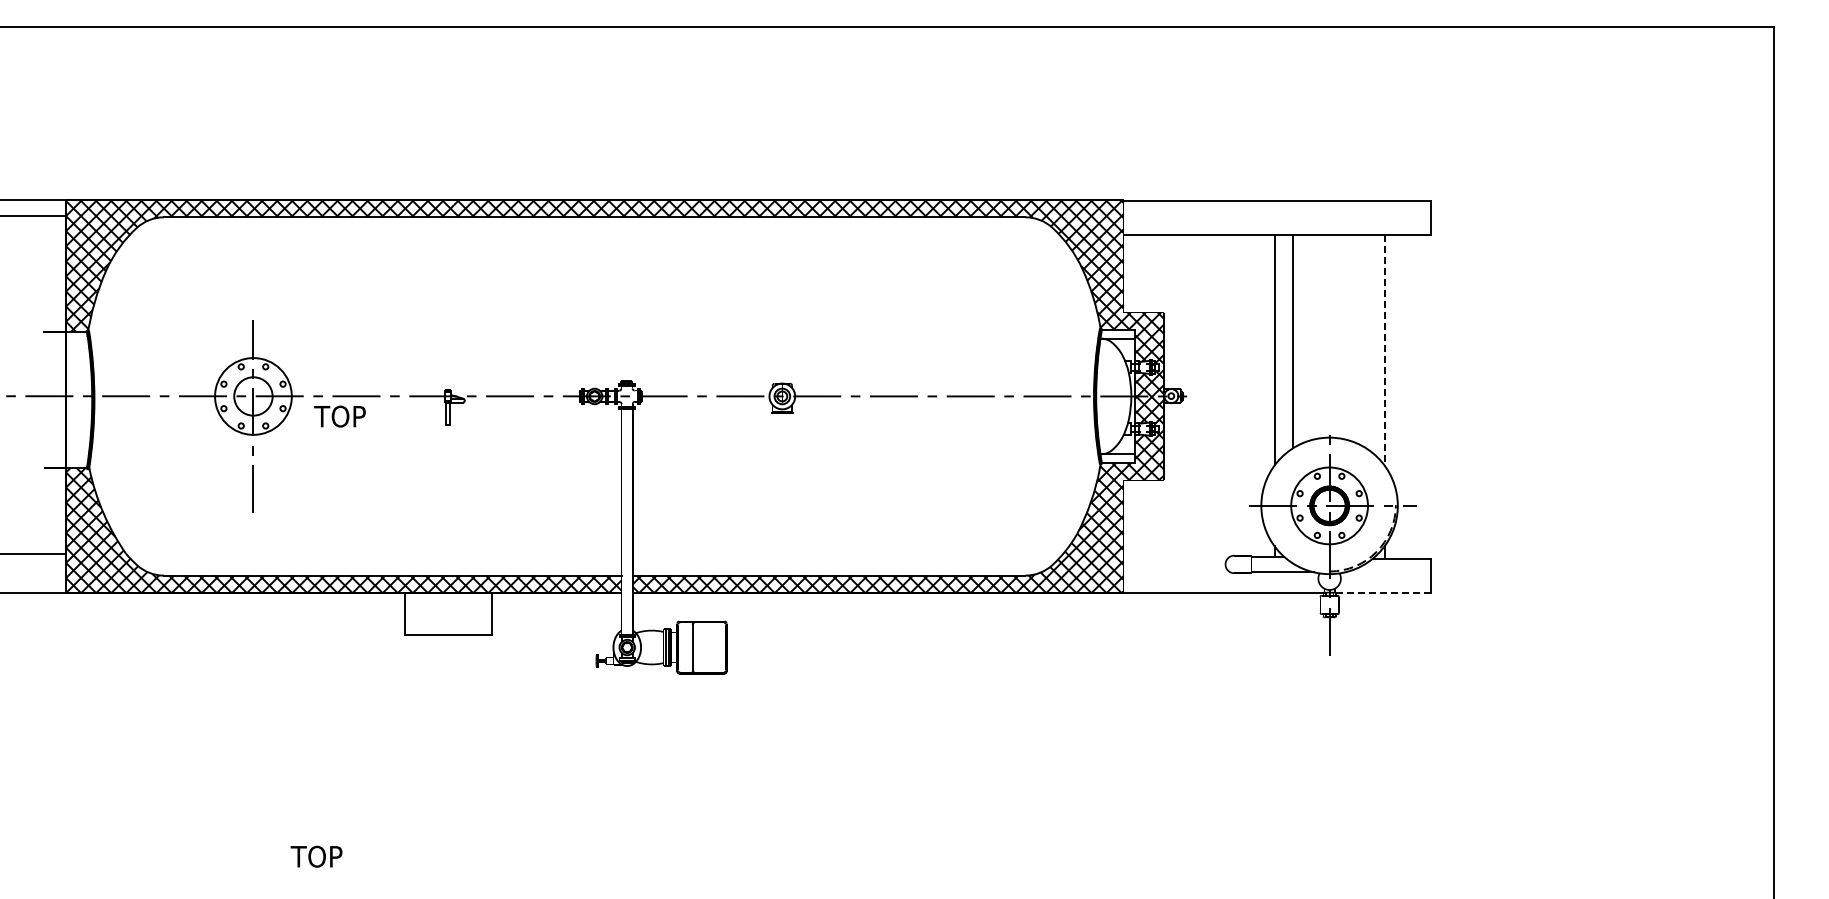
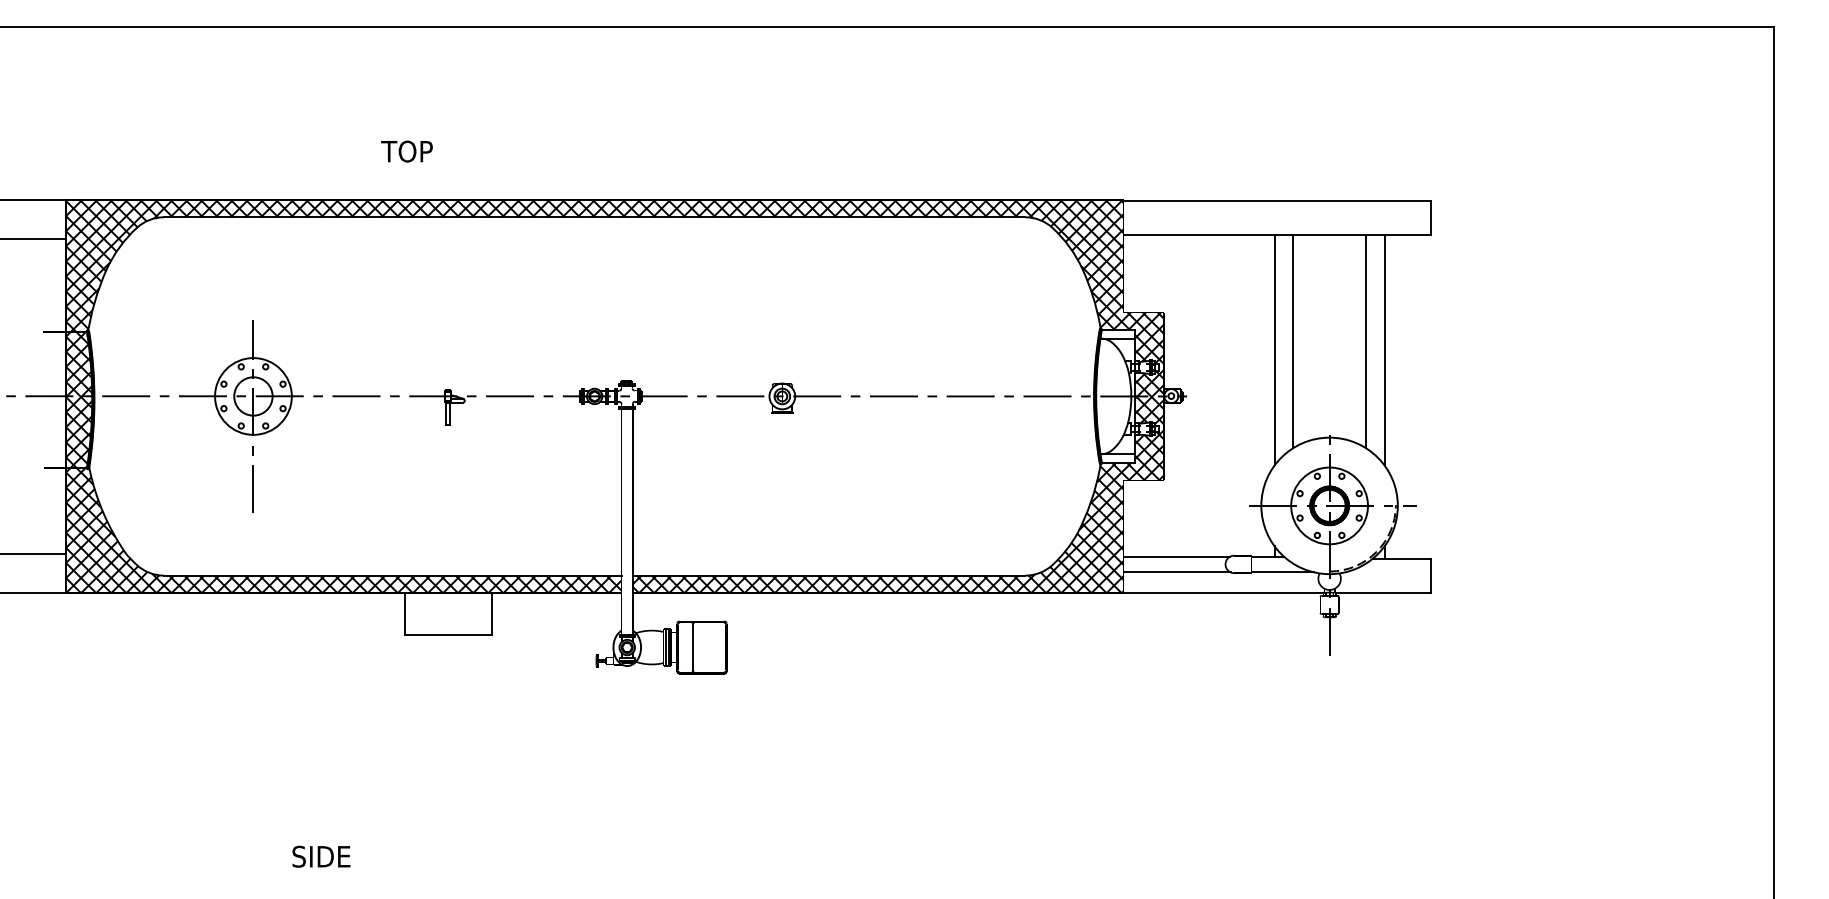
line at (33, 215) position: (33, 215) -> (33, 238)
line at (1366, 341): none -> present
line at (1384, 350): dashed -> solid
hatch at (78, 399): none -> present
text at (339, 416) position: (339, 416) -> (406, 151)
line at (1176, 556): none -> present
line at (1176, 572): none -> present
line at (1382, 592): dashed -> solid
text at (320, 856): TOP -> SIDE
